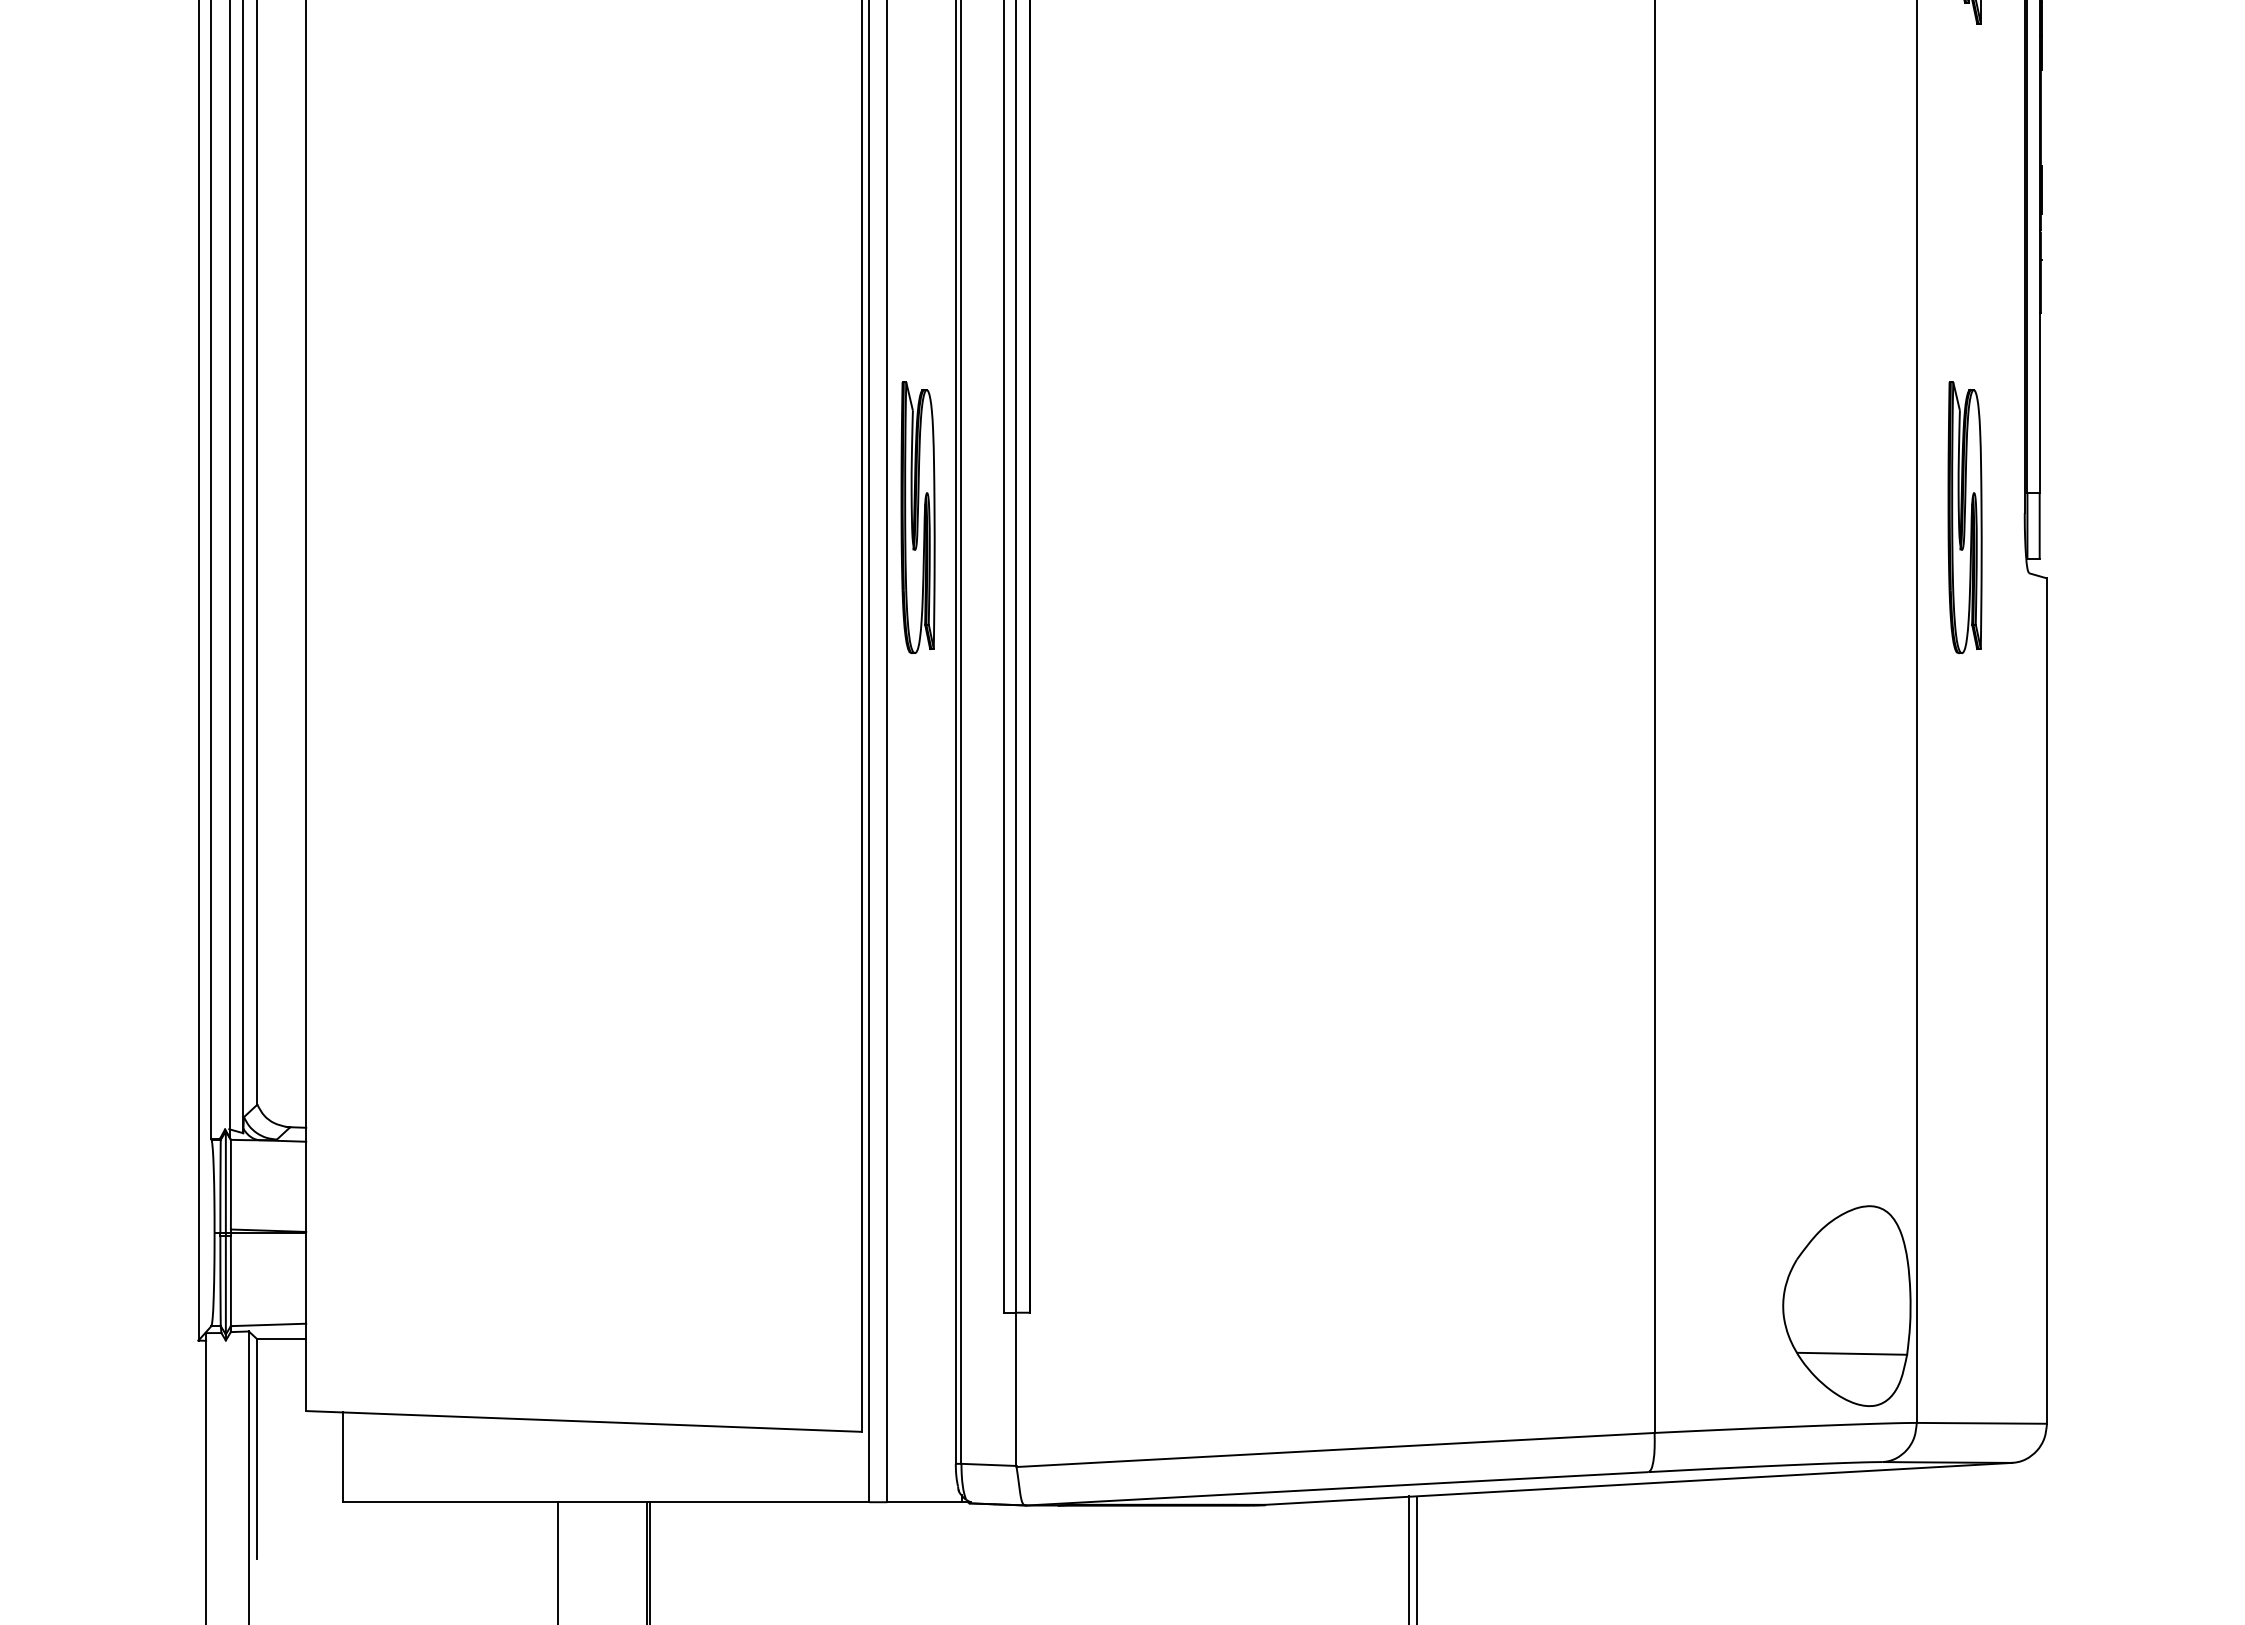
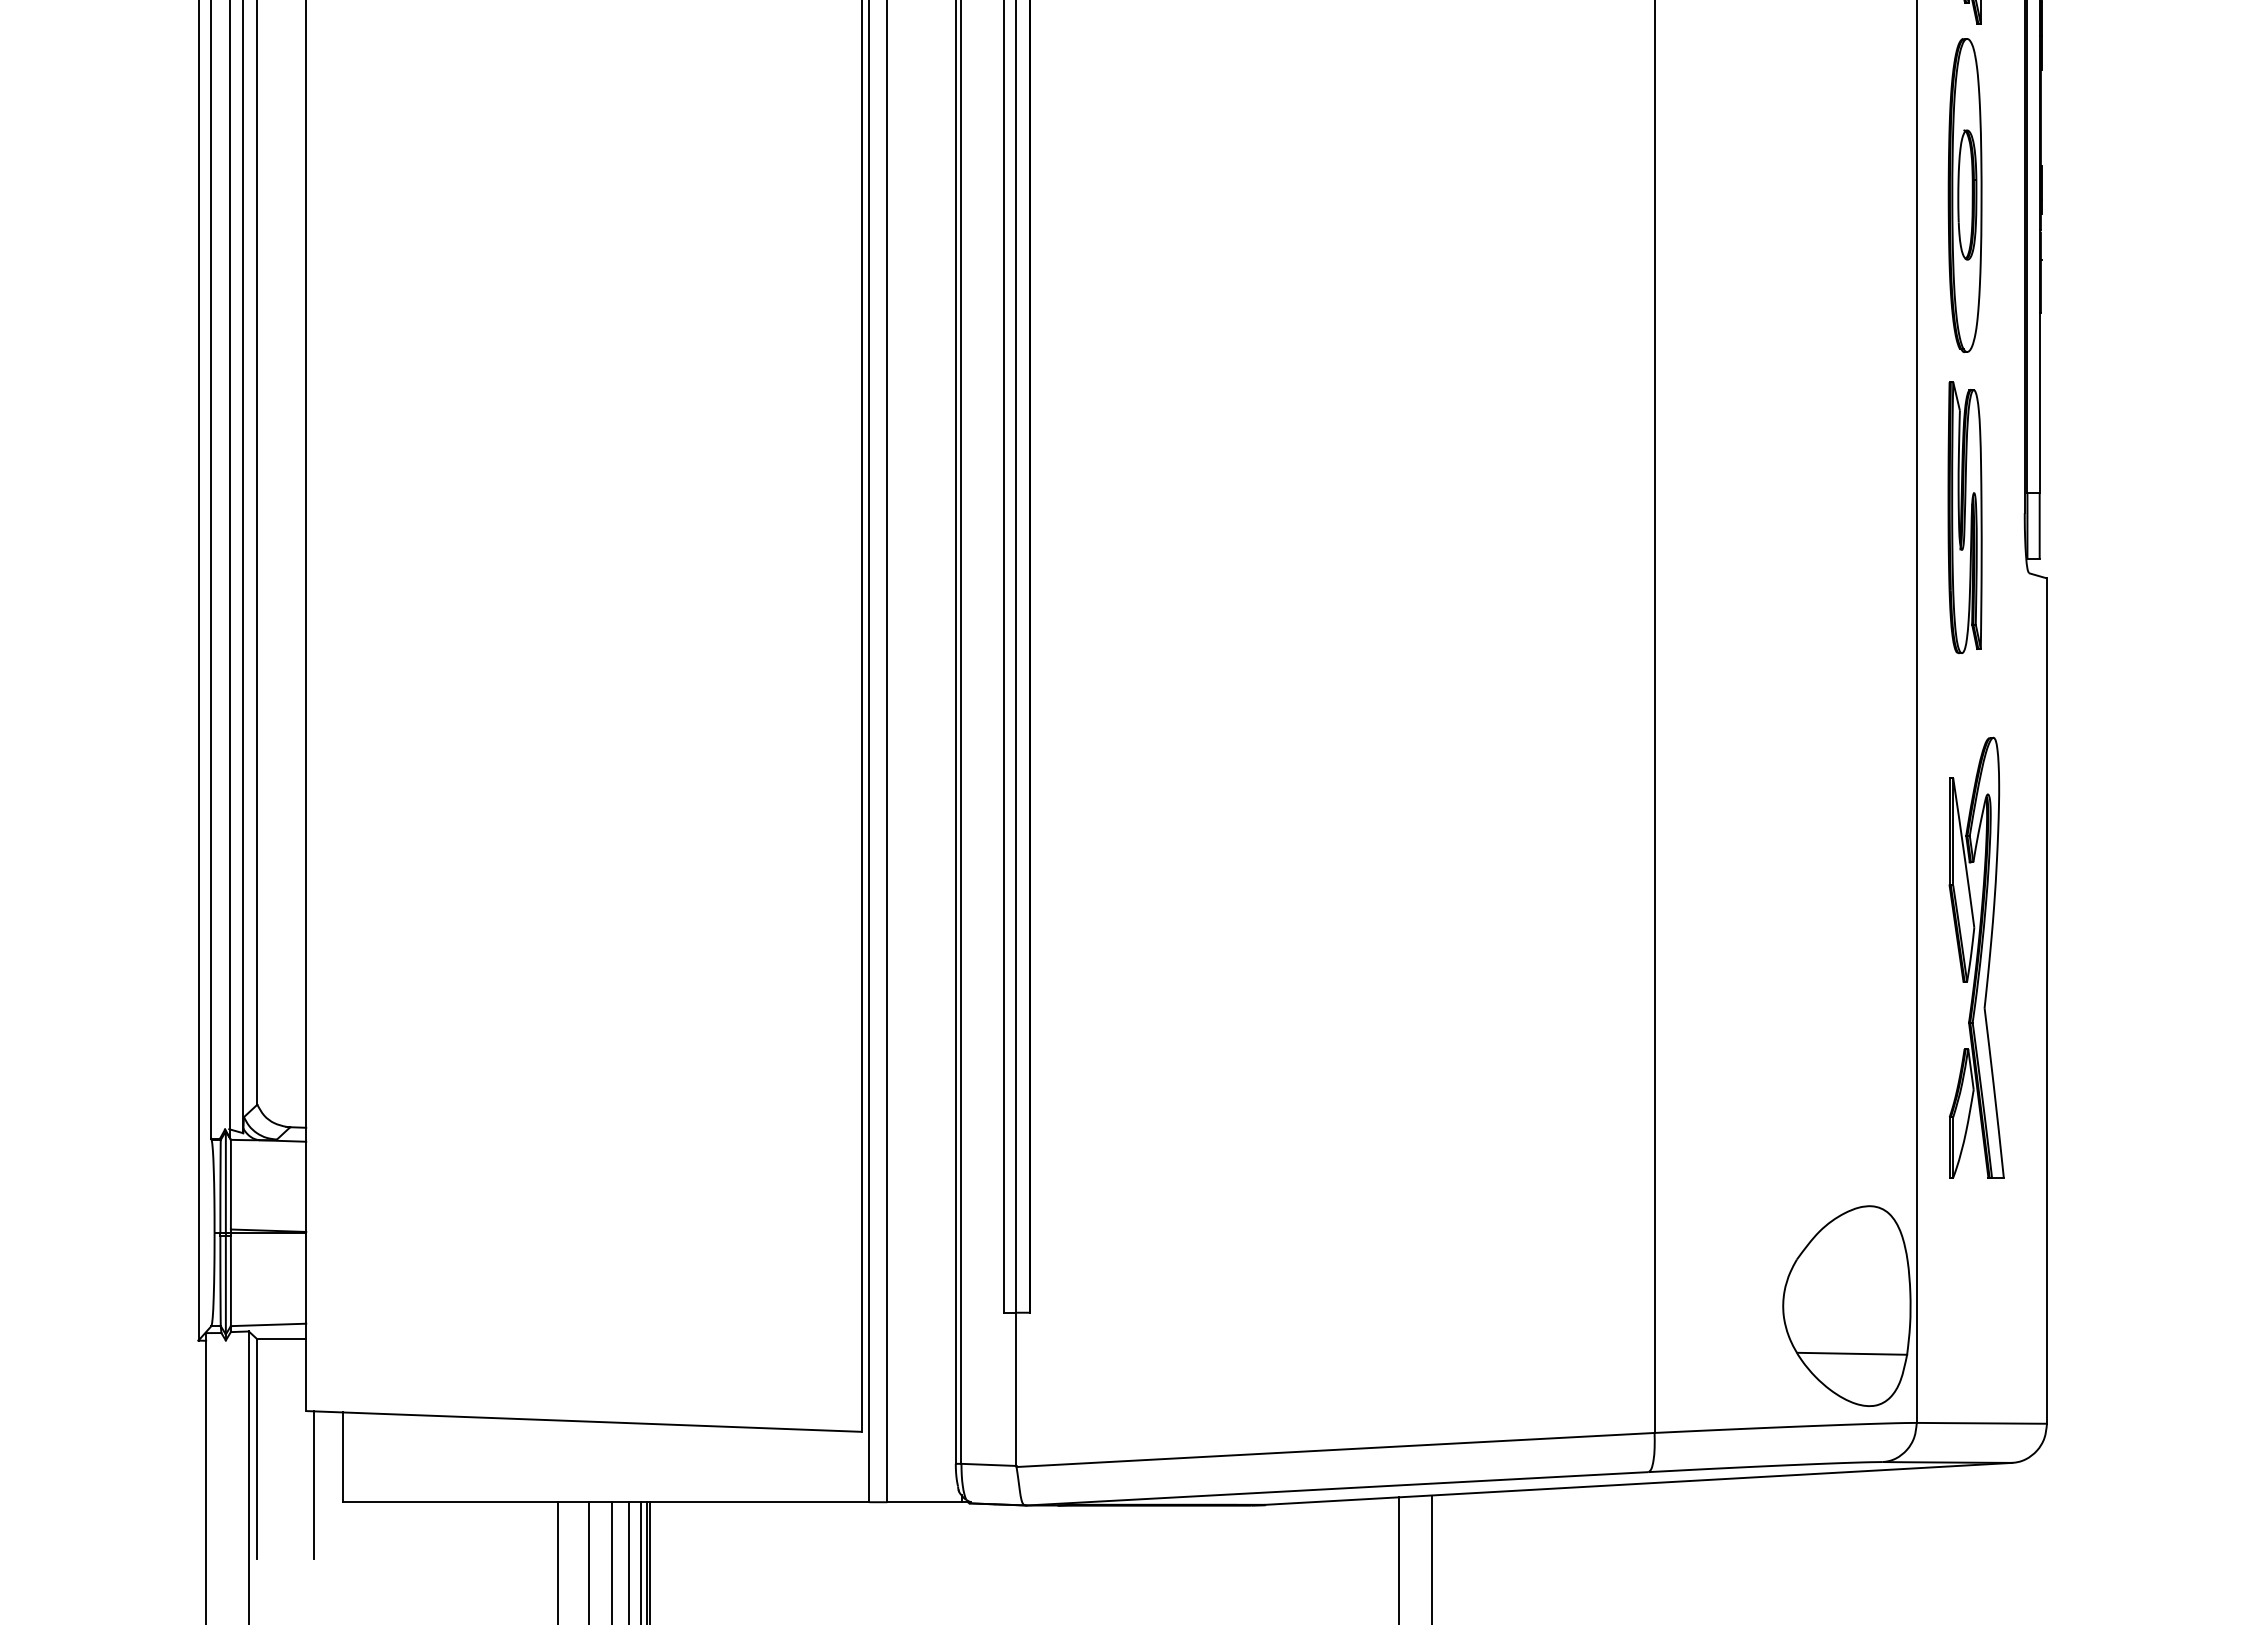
part at (1964, 195): none -> present
part at (917, 517): present -> none
part at (1976, 957): none -> present
line at (313, 1484): none -> present
line at (1408, 1558) position: (1408, 1558) -> (1431, 1558)
line at (1416, 1559) position: (1416, 1559) -> (1398, 1559)
line at (589, 1561): none -> present
line at (612, 1561): none -> present
line at (629, 1561): none -> present
line at (640, 1561): none -> present
